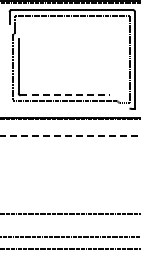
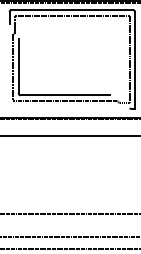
line at (65, 95): dashed -> solid
line at (70, 135): dashed -> solid
